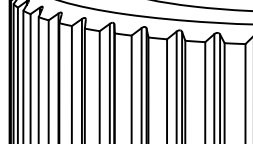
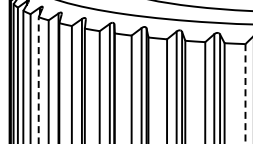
line at (38, 80): solid -> dashed
line at (245, 94): solid -> dashed
